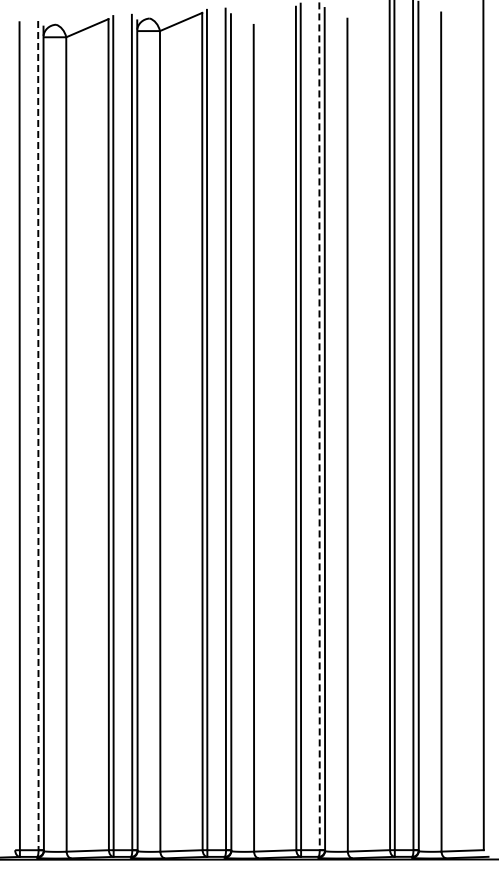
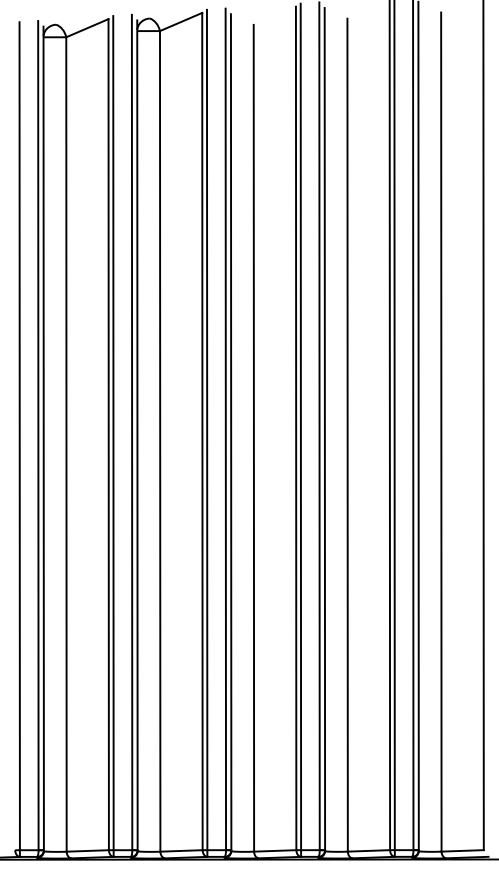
line at (319, 426): dashed -> solid
line at (38, 435): dashed -> solid
